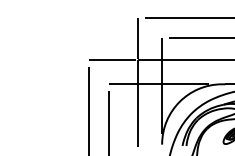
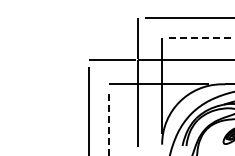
line at (201, 37): solid -> dashed
line at (109, 122): solid -> dashed
